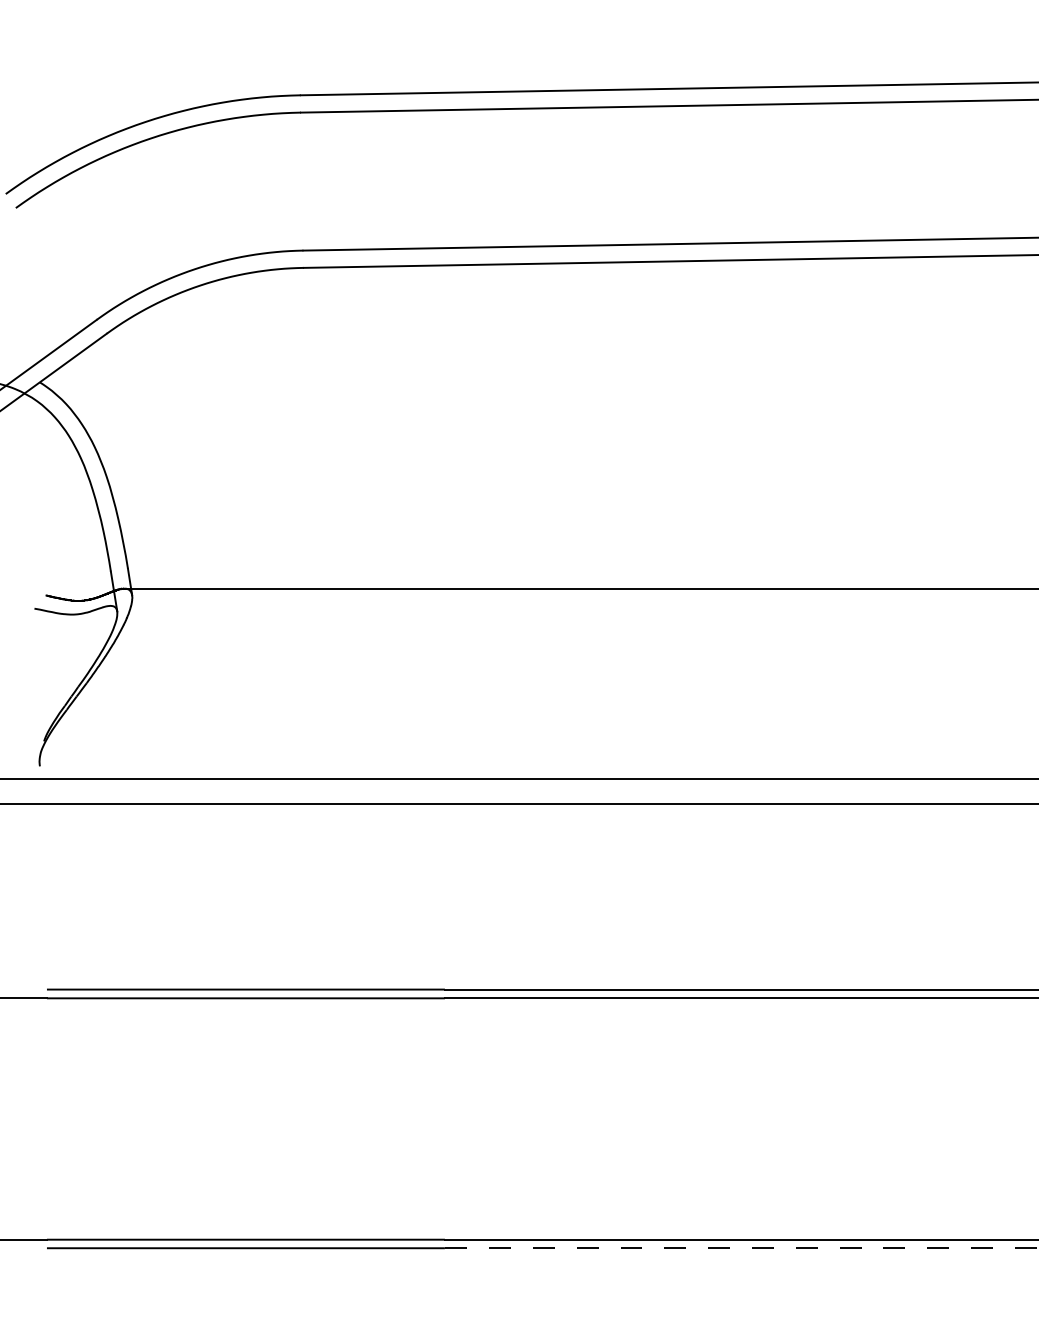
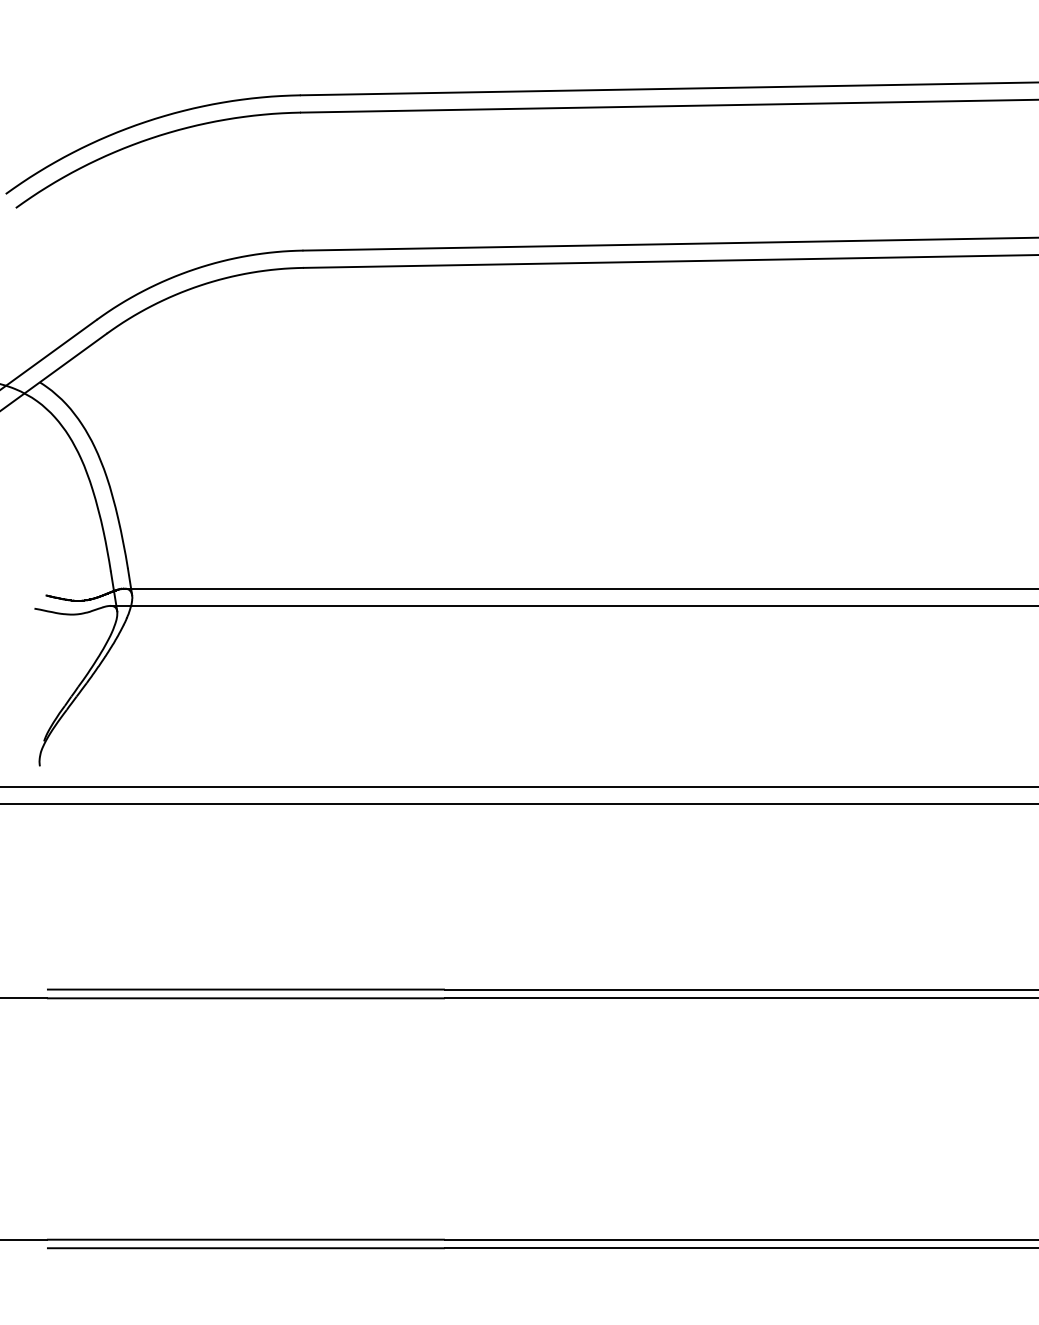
line at (572, 605): none -> present
line at (518, 778) position: (518, 778) -> (518, 786)
line at (741, 1248): dashed -> solid
